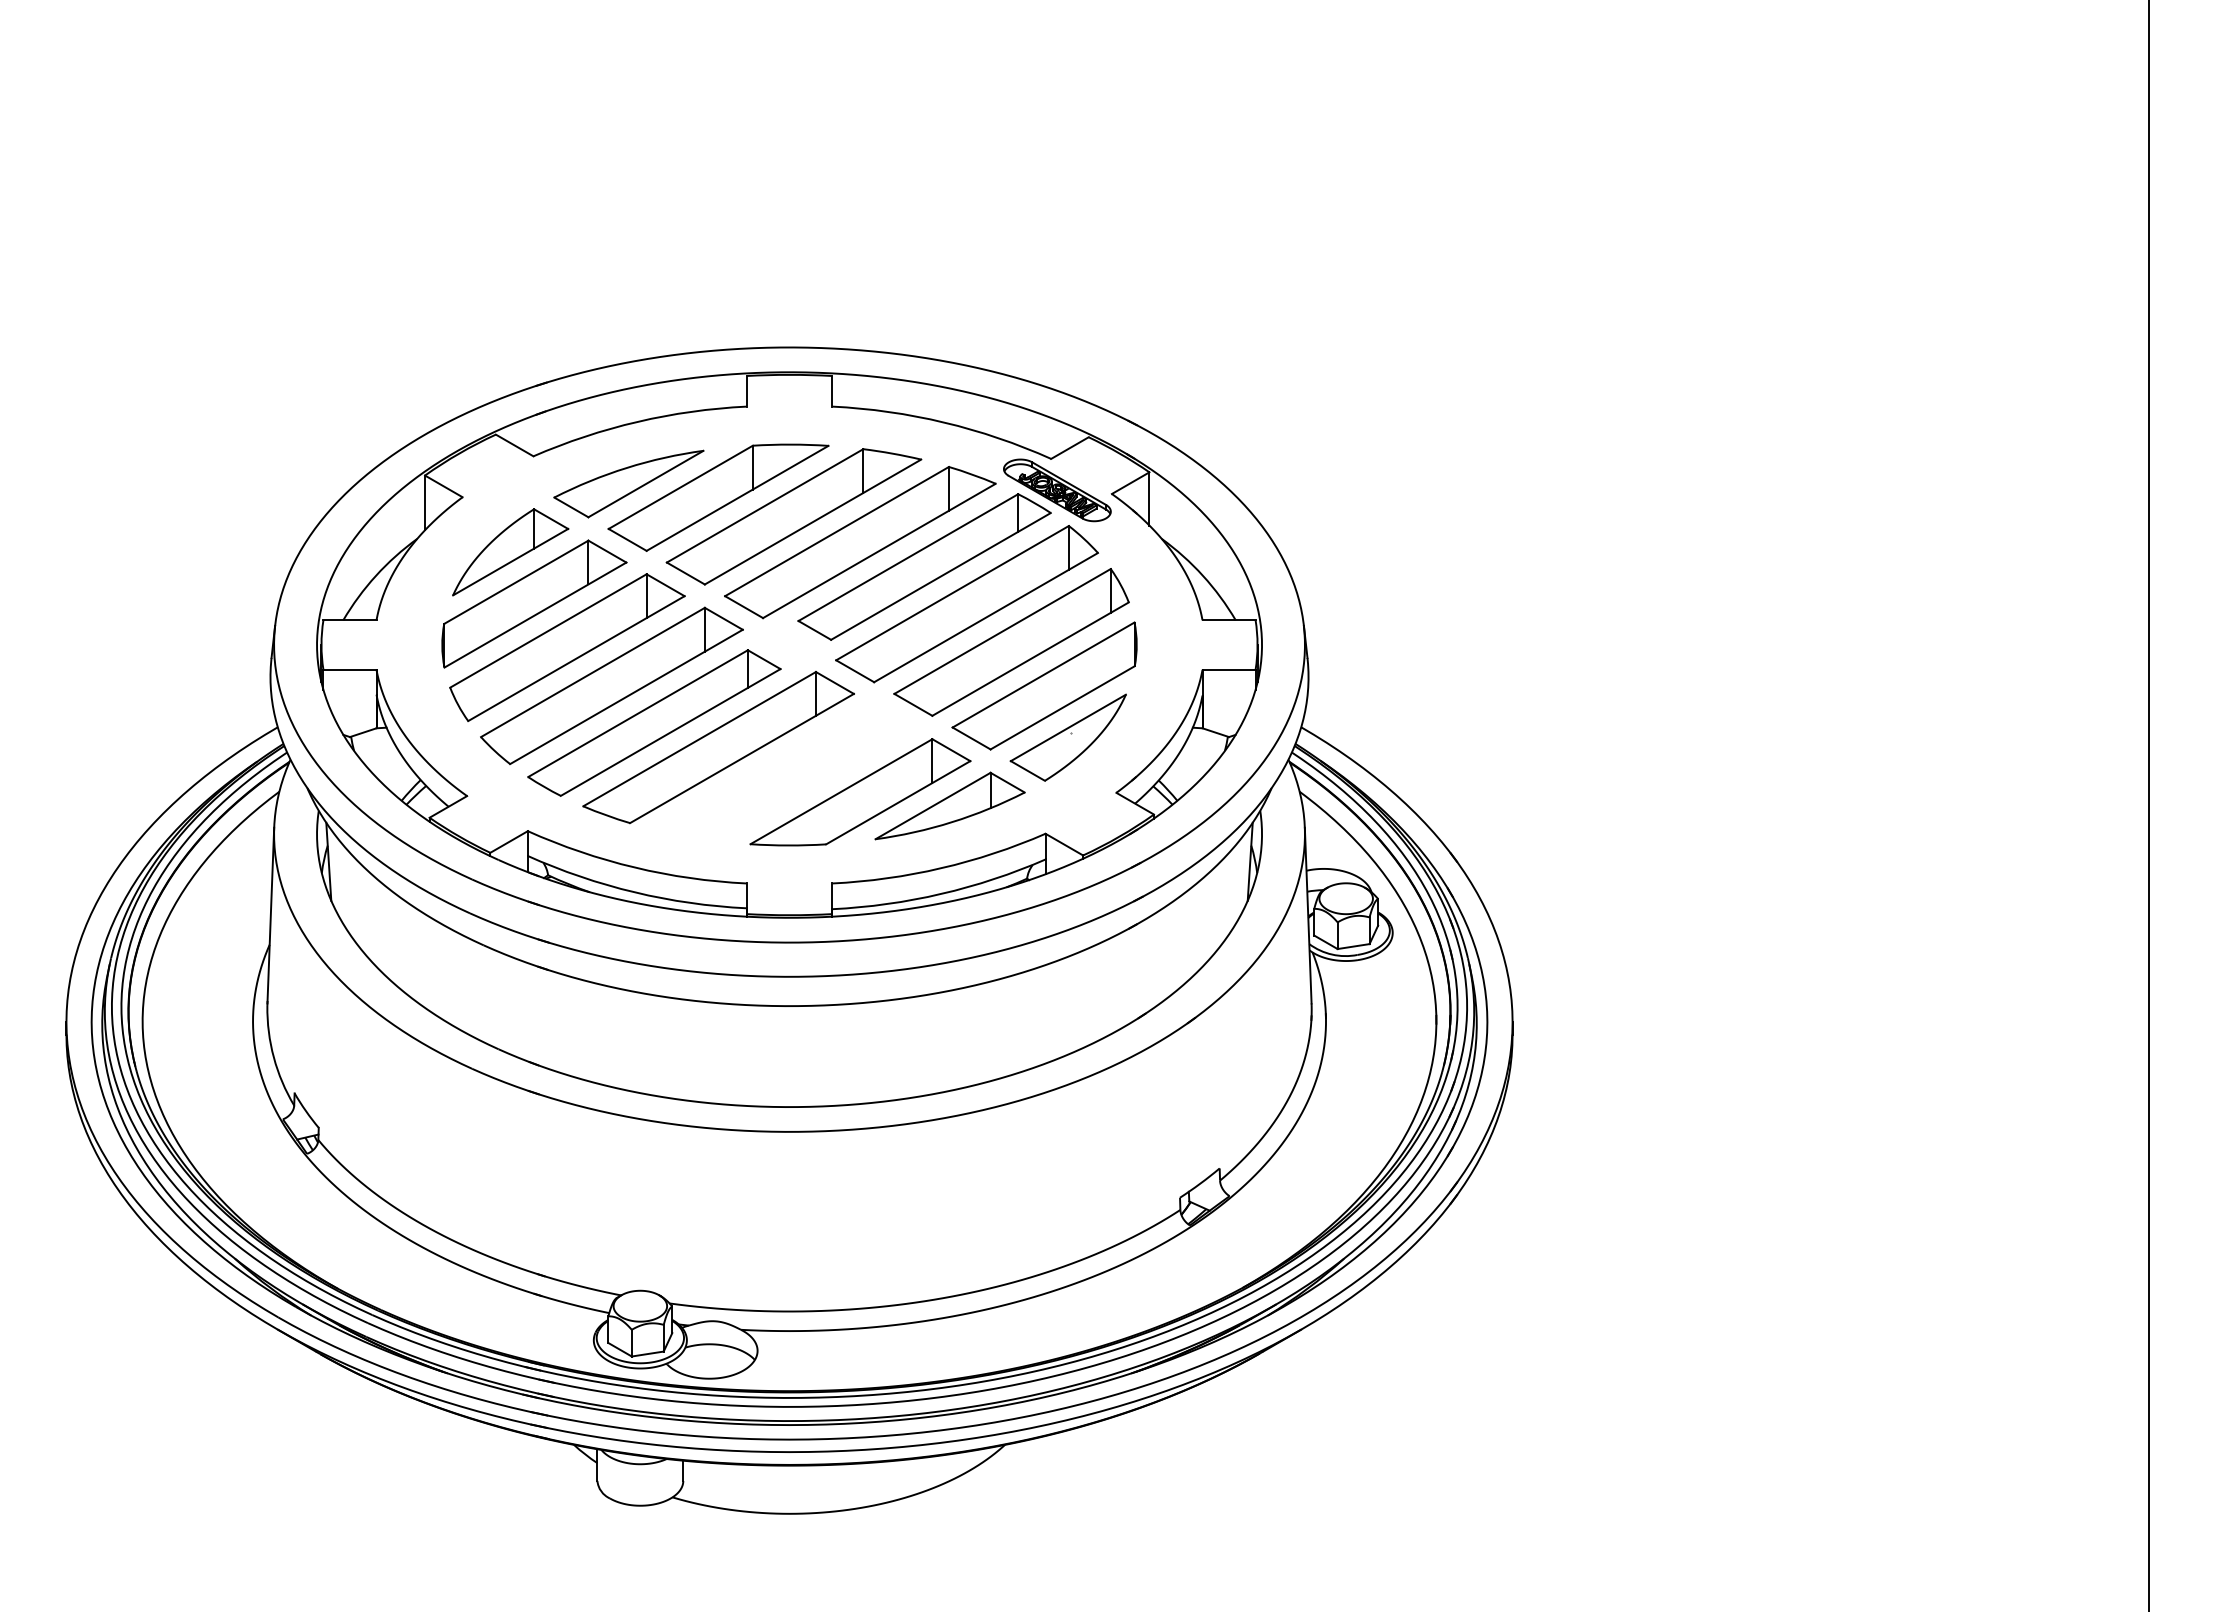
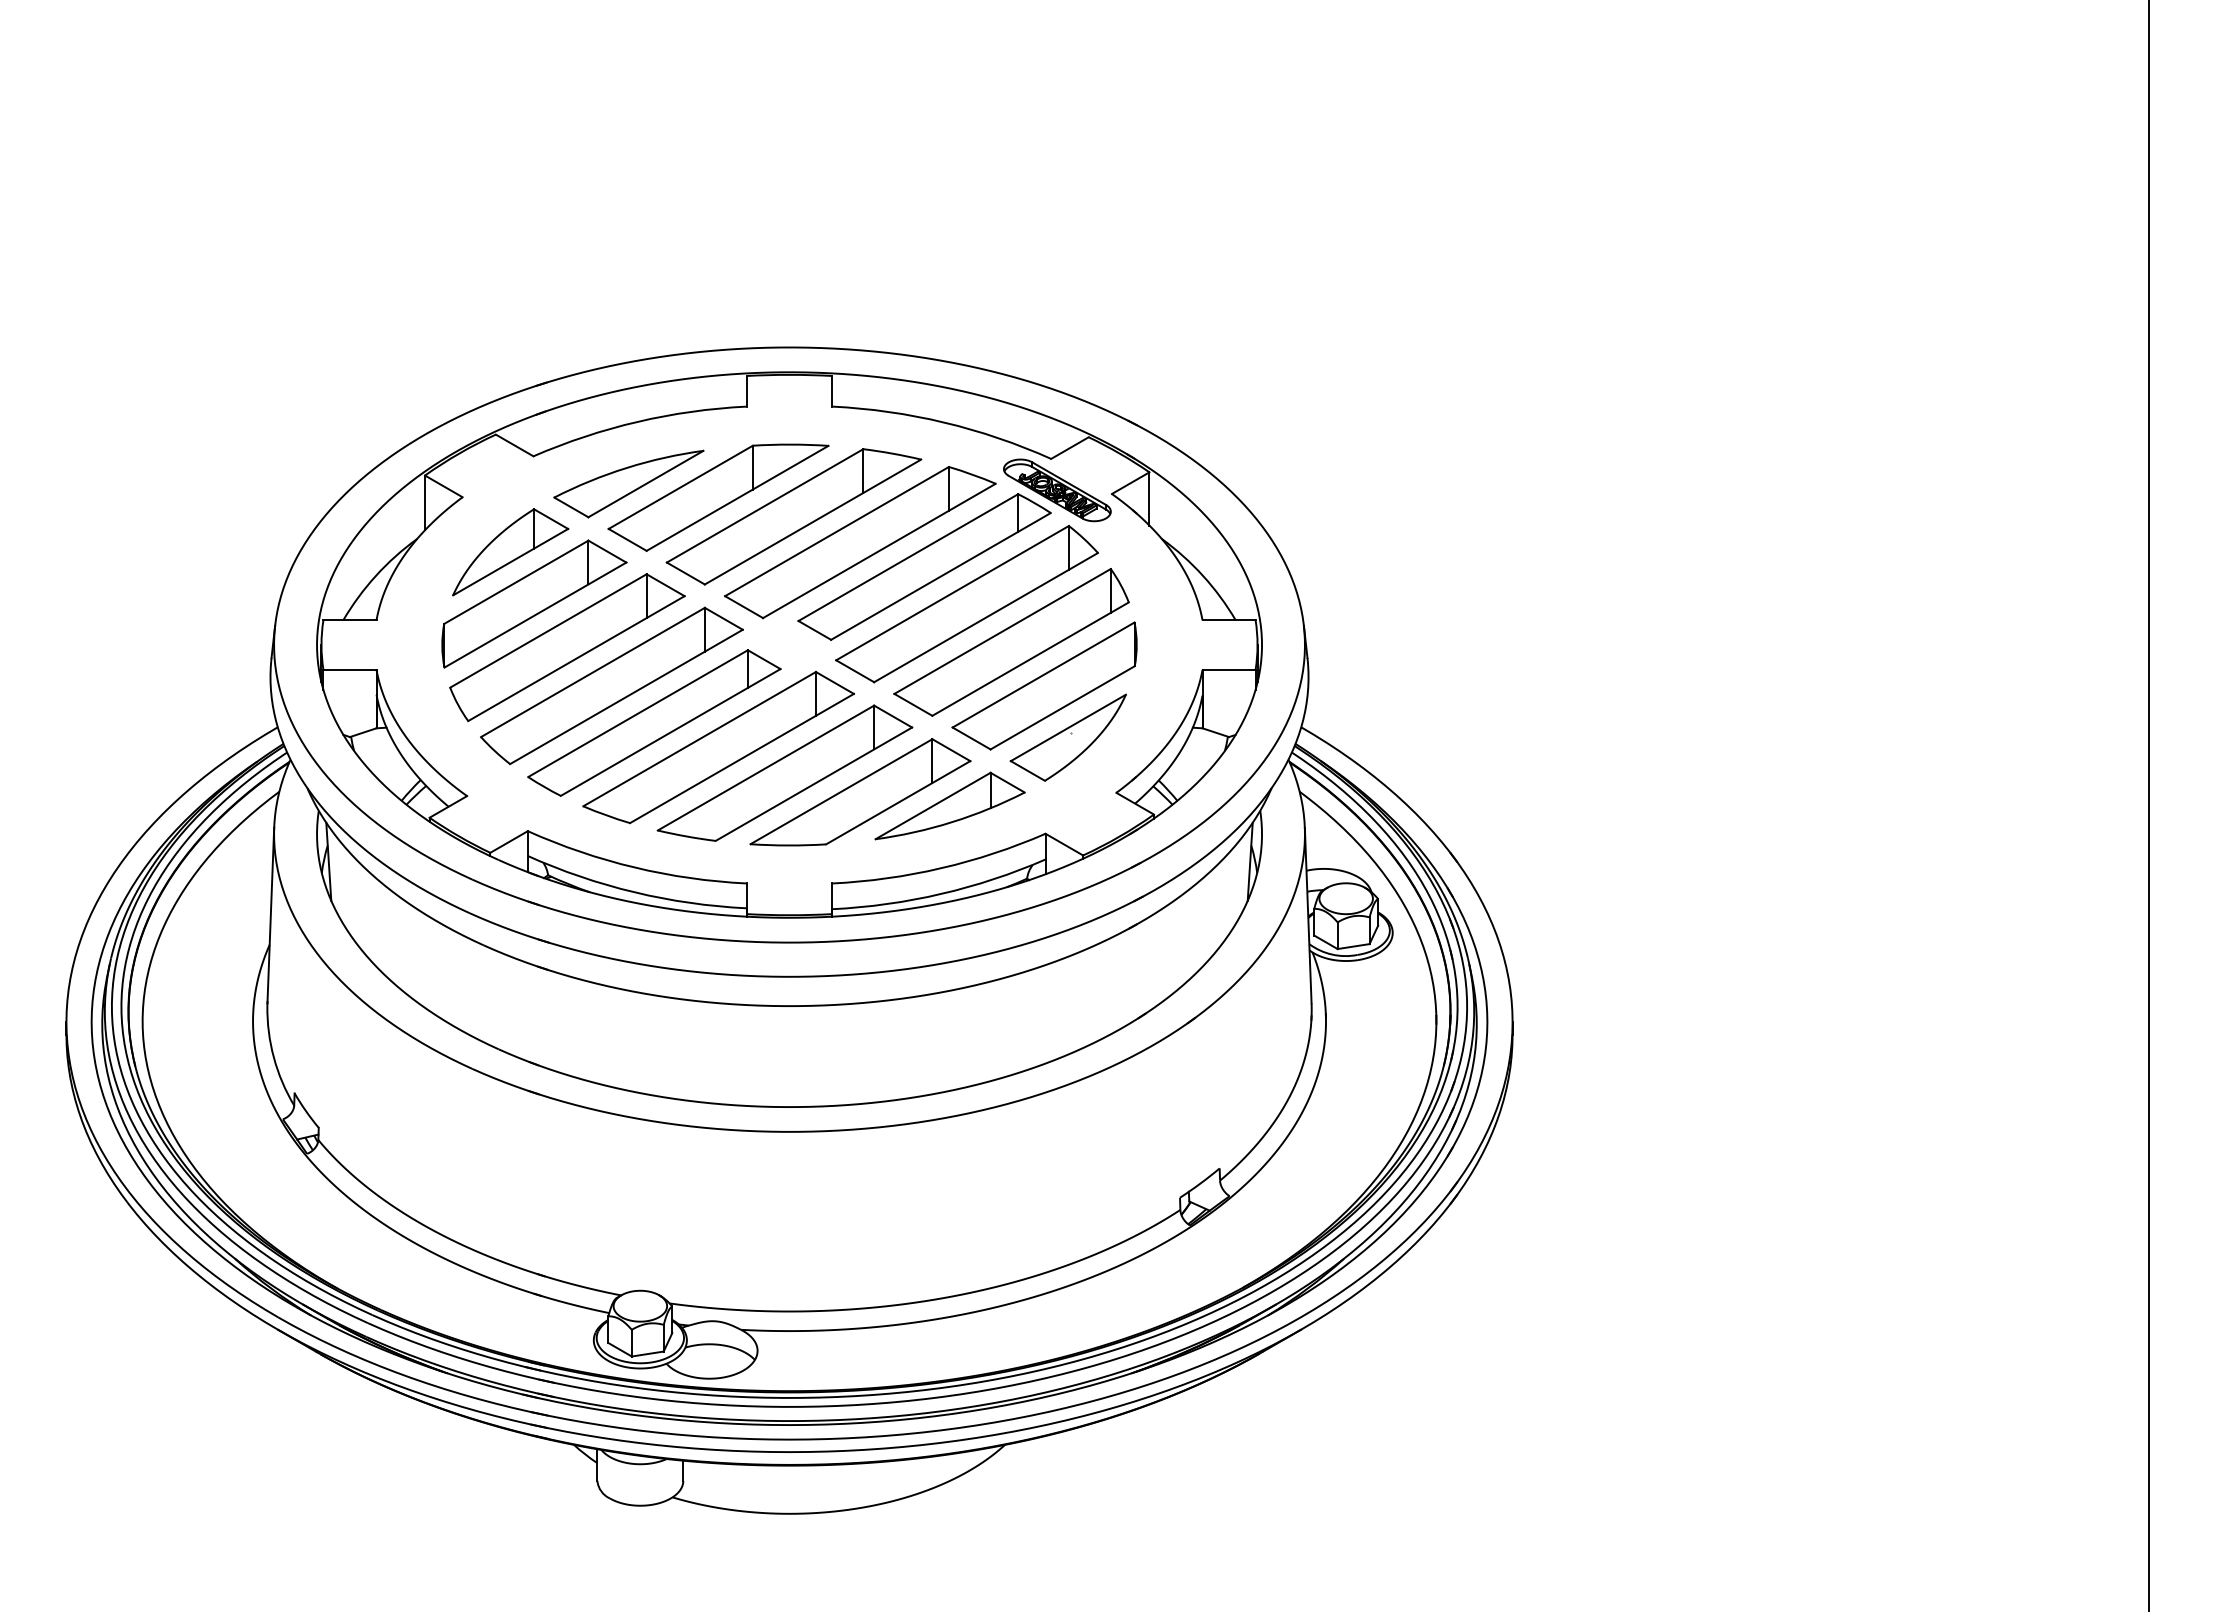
part at (784, 772): none -> present
